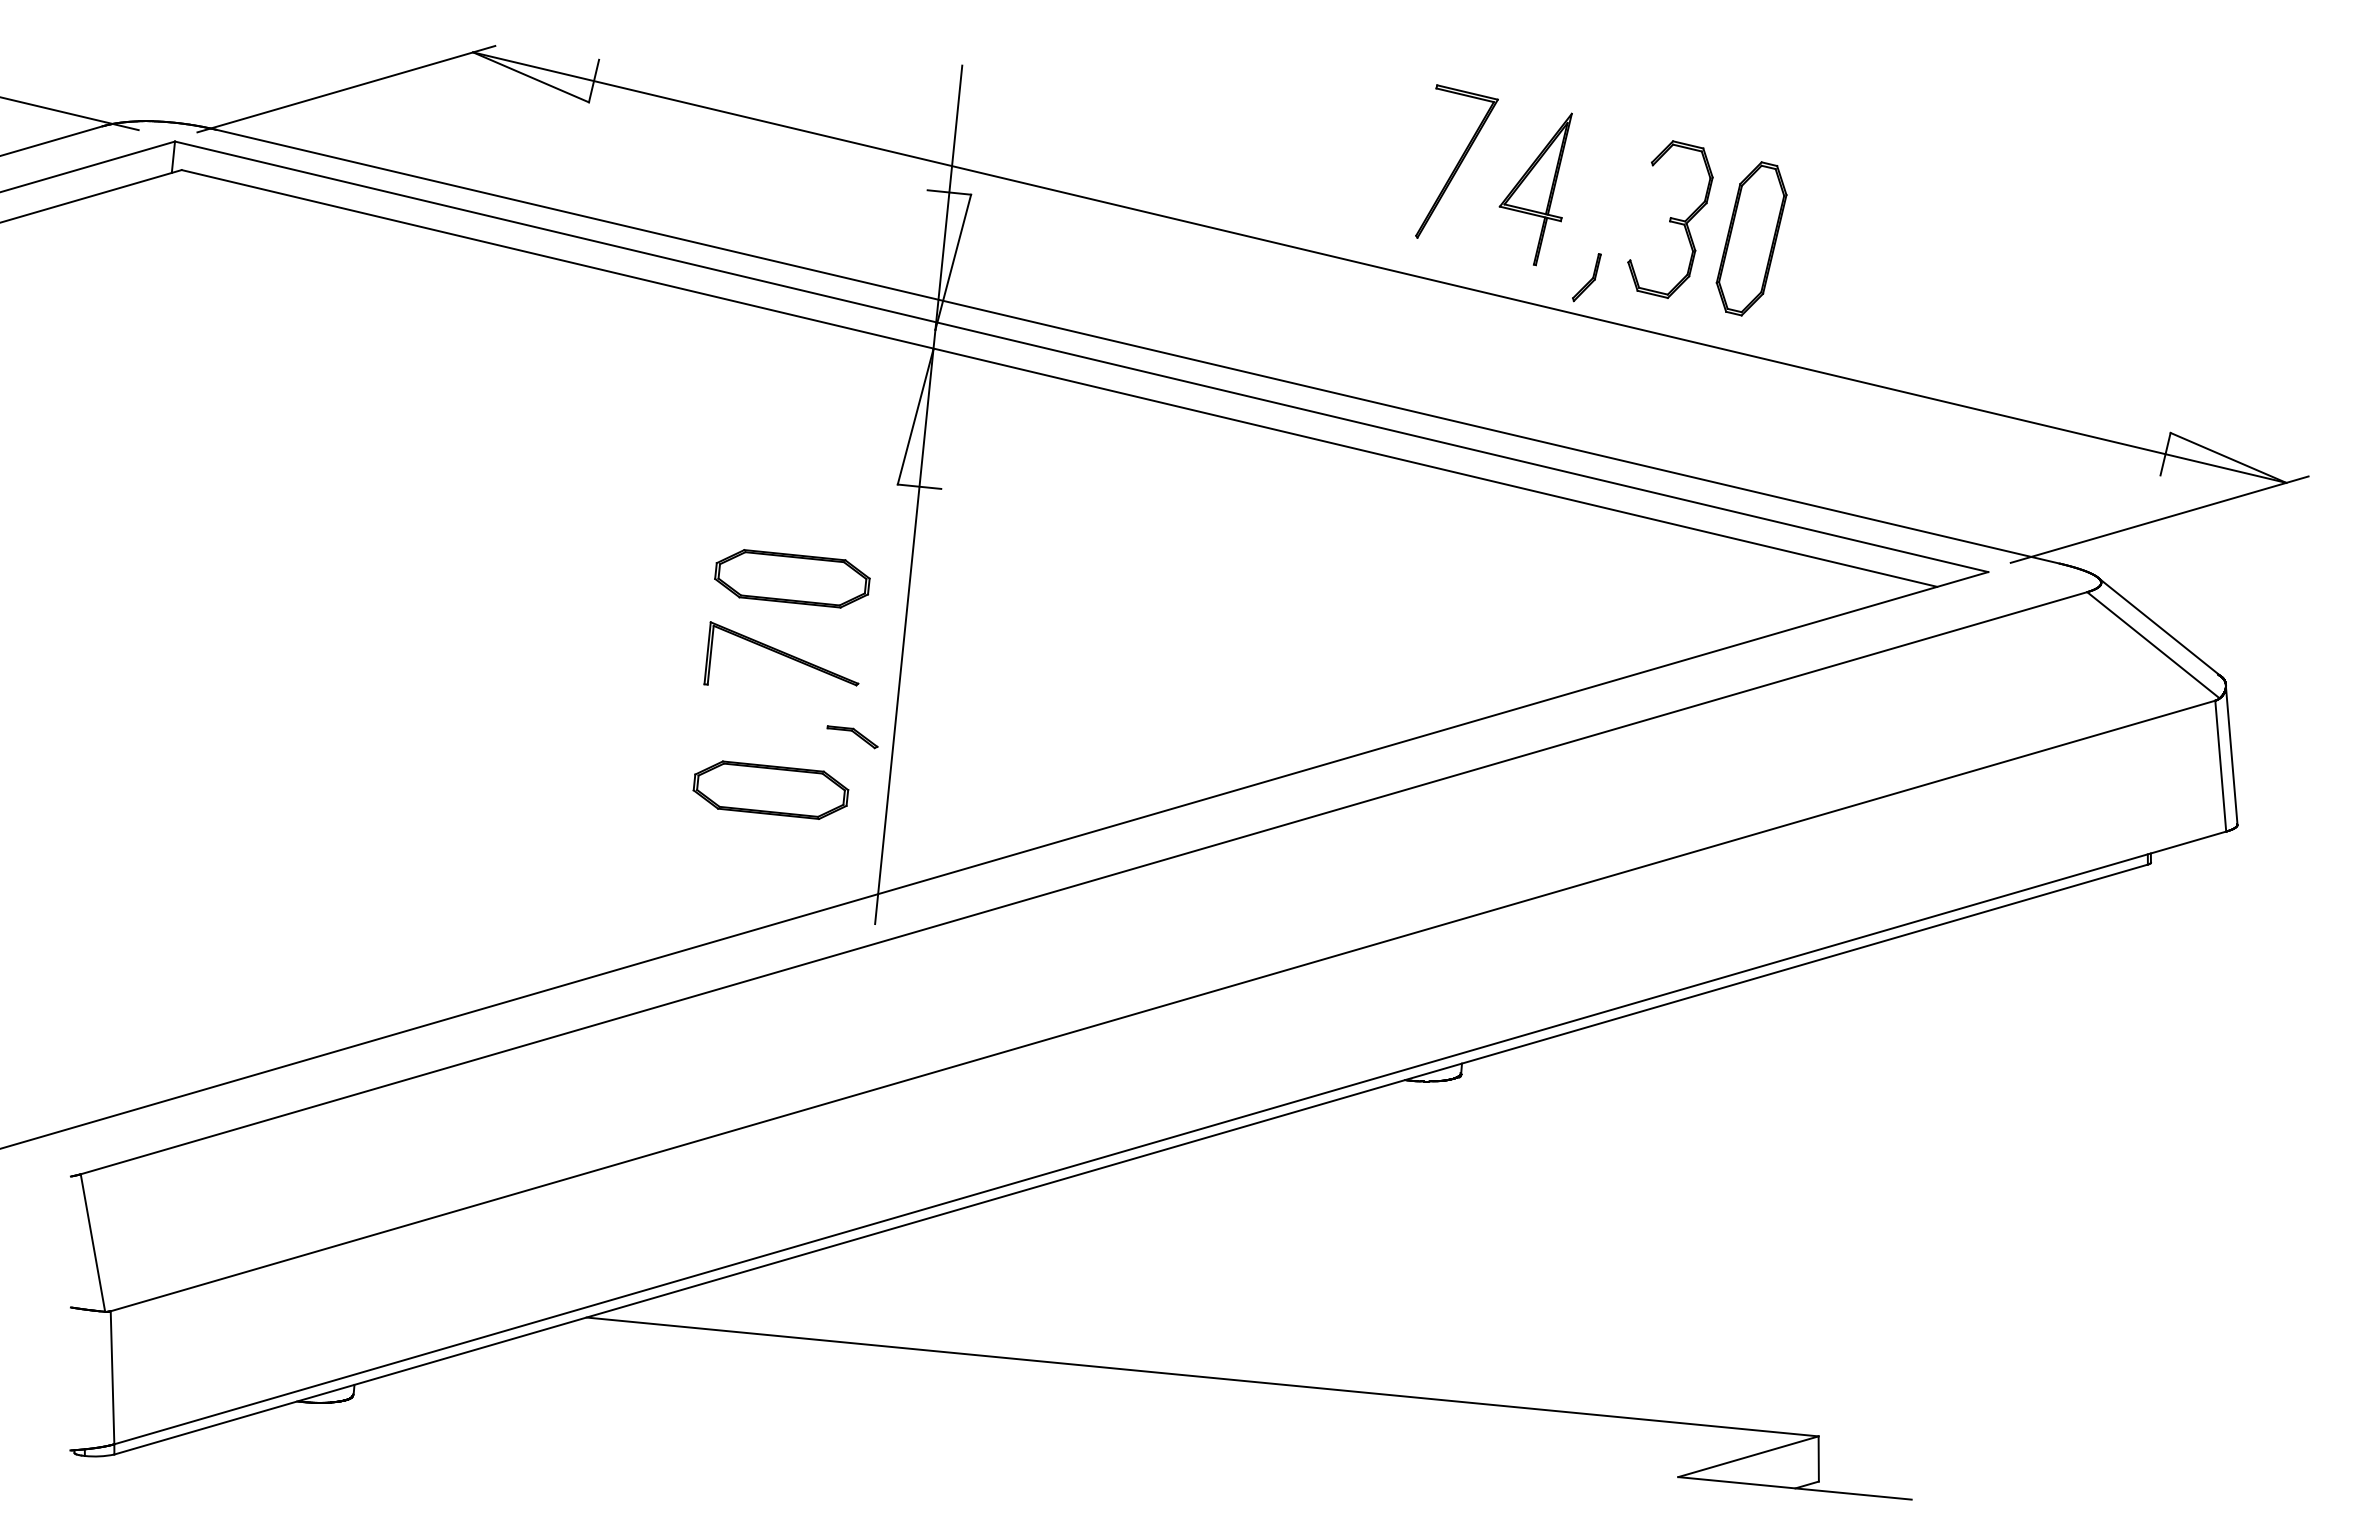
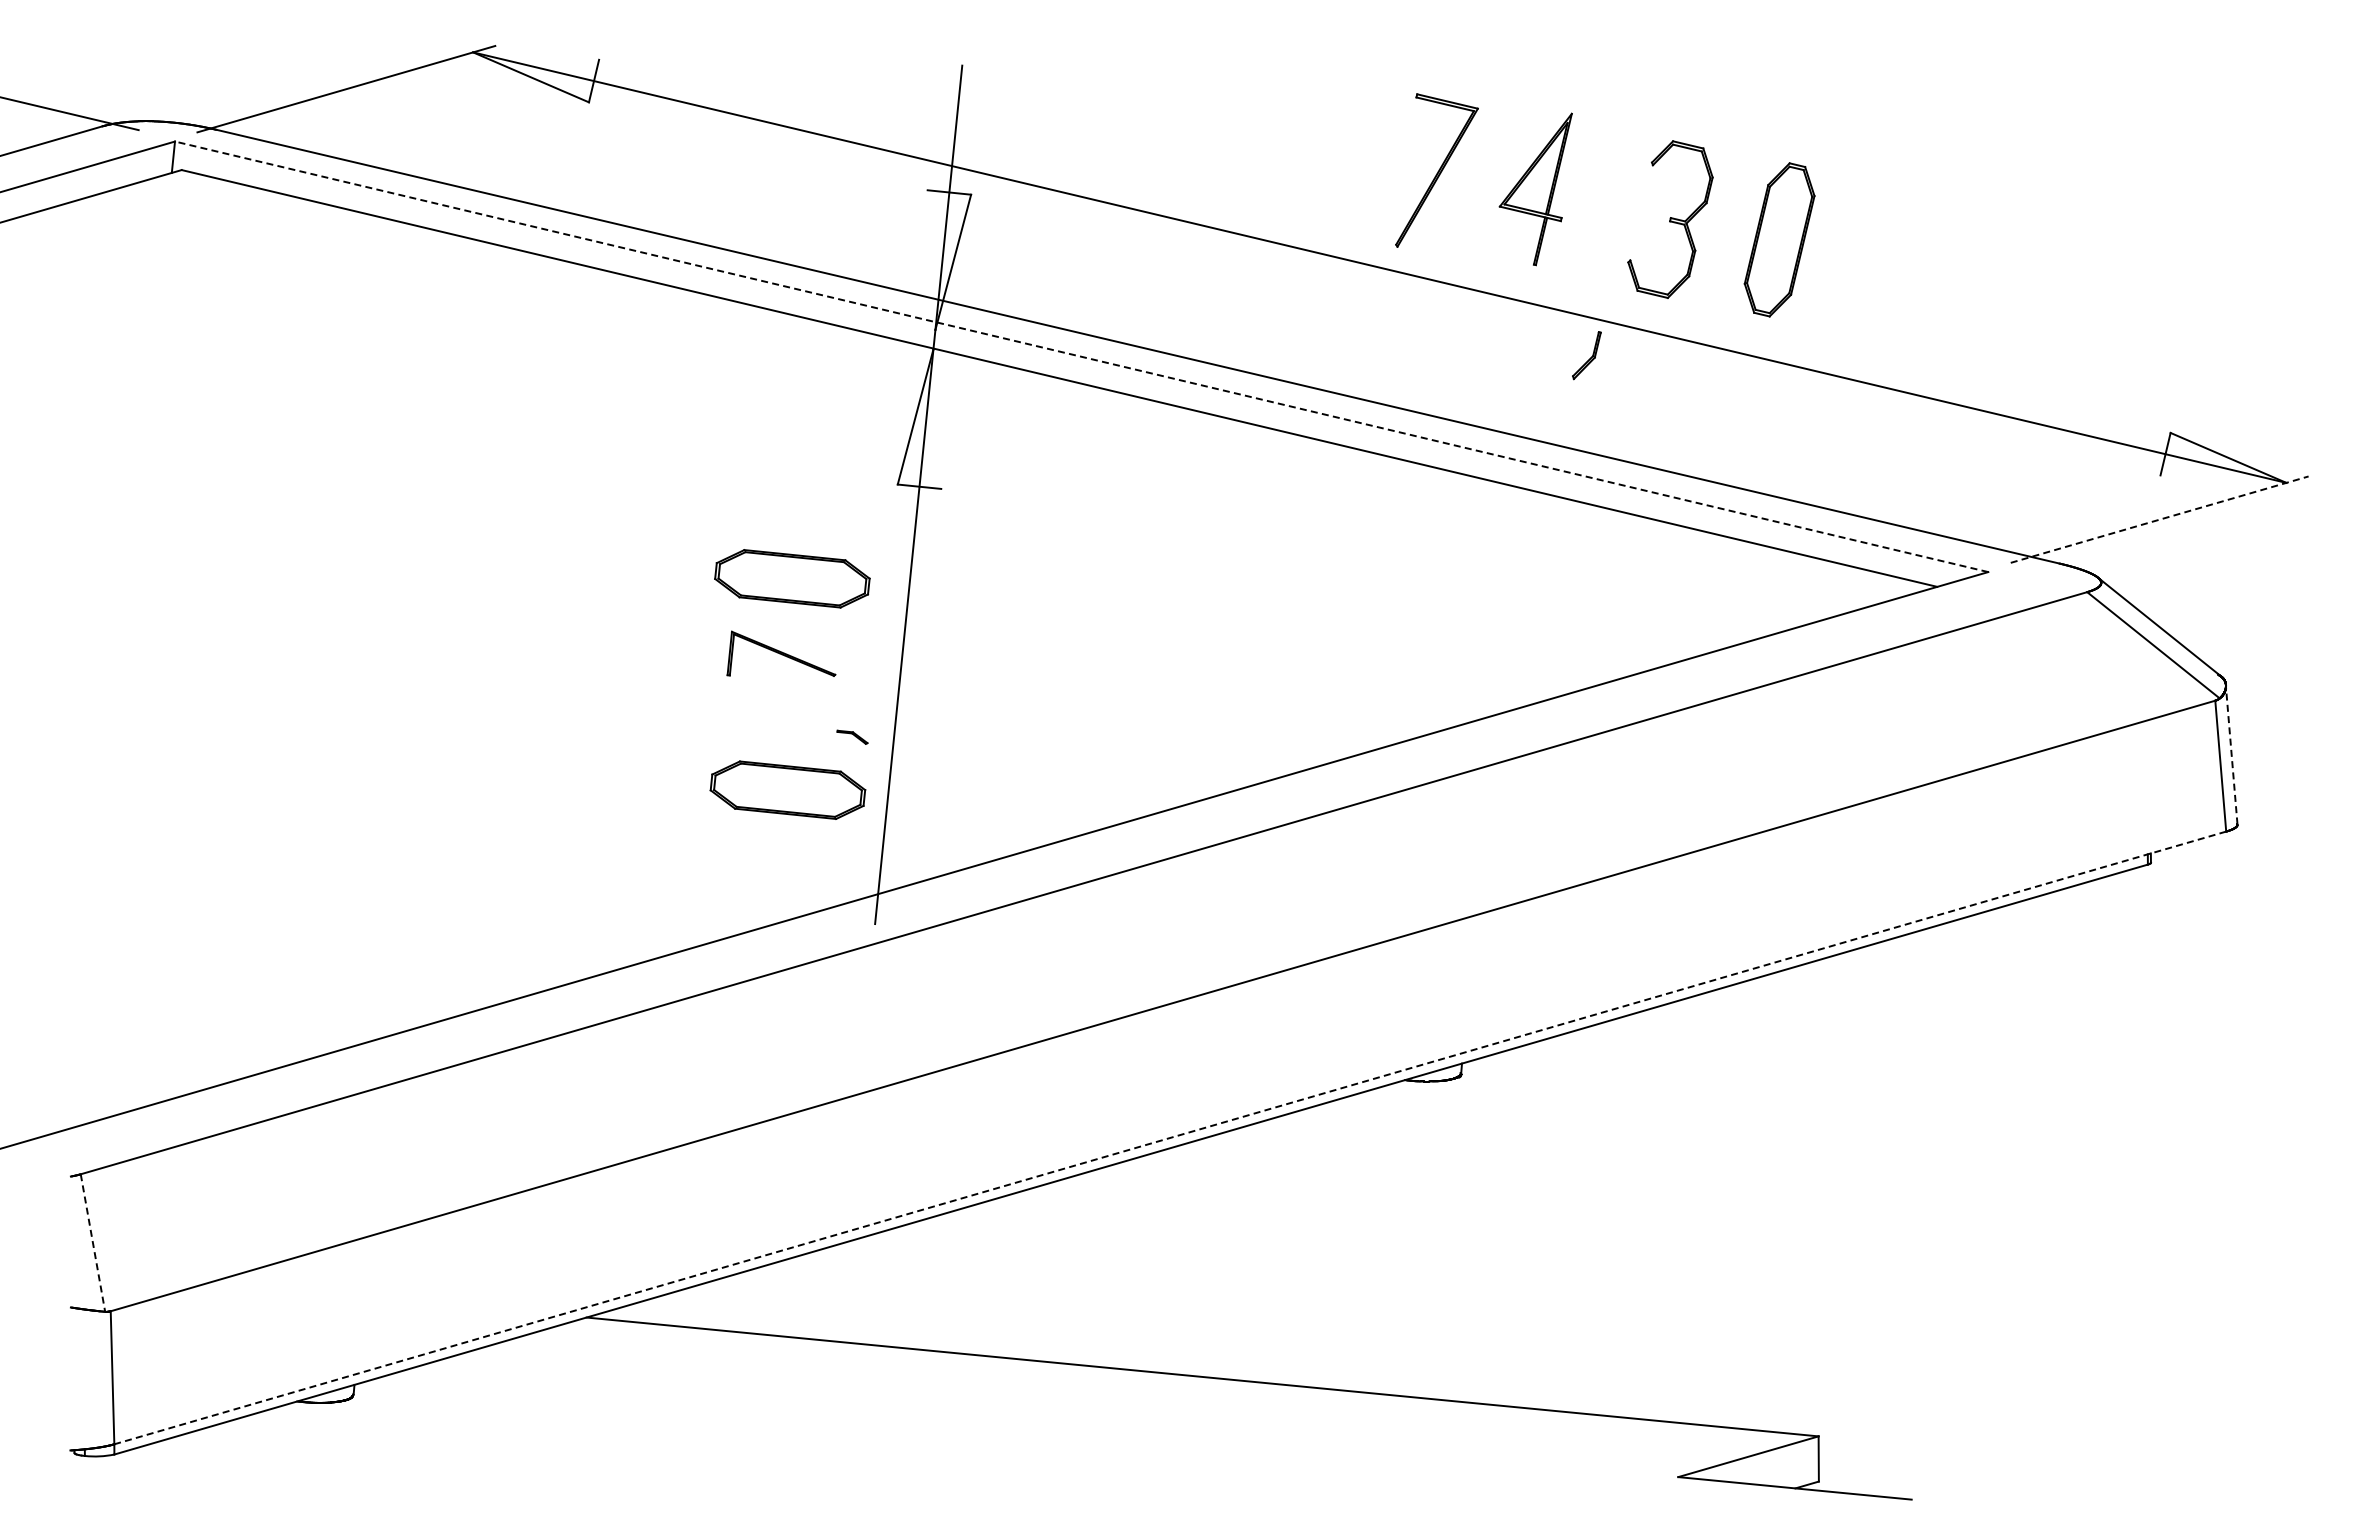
part at (1456, 161) position: (1456, 161) -> (1436, 170)
part at (1751, 238) position: (1751, 238) -> (1779, 239)
part at (1586, 277) position: (1586, 277) -> (1586, 355)
line at (1081, 356): solid -> dashed
line at (2160, 519): solid -> dashed
part at (781, 653) size: 157x66 px -> 111x47 px
part at (852, 737) size: 53x25 px -> 33x16 px
line at (2231, 755): solid -> dashed
part at (770, 789) position: (770, 789) -> (787, 789)
line at (1169, 1138): solid -> dashed
line at (92, 1243): solid -> dashed
